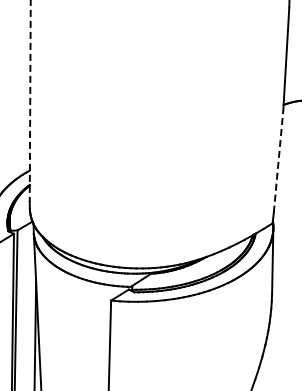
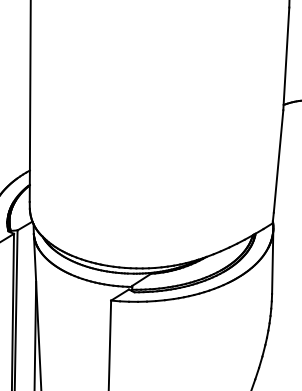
line at (30, 101): dashed -> solid
line at (278, 160): dashed -> solid
